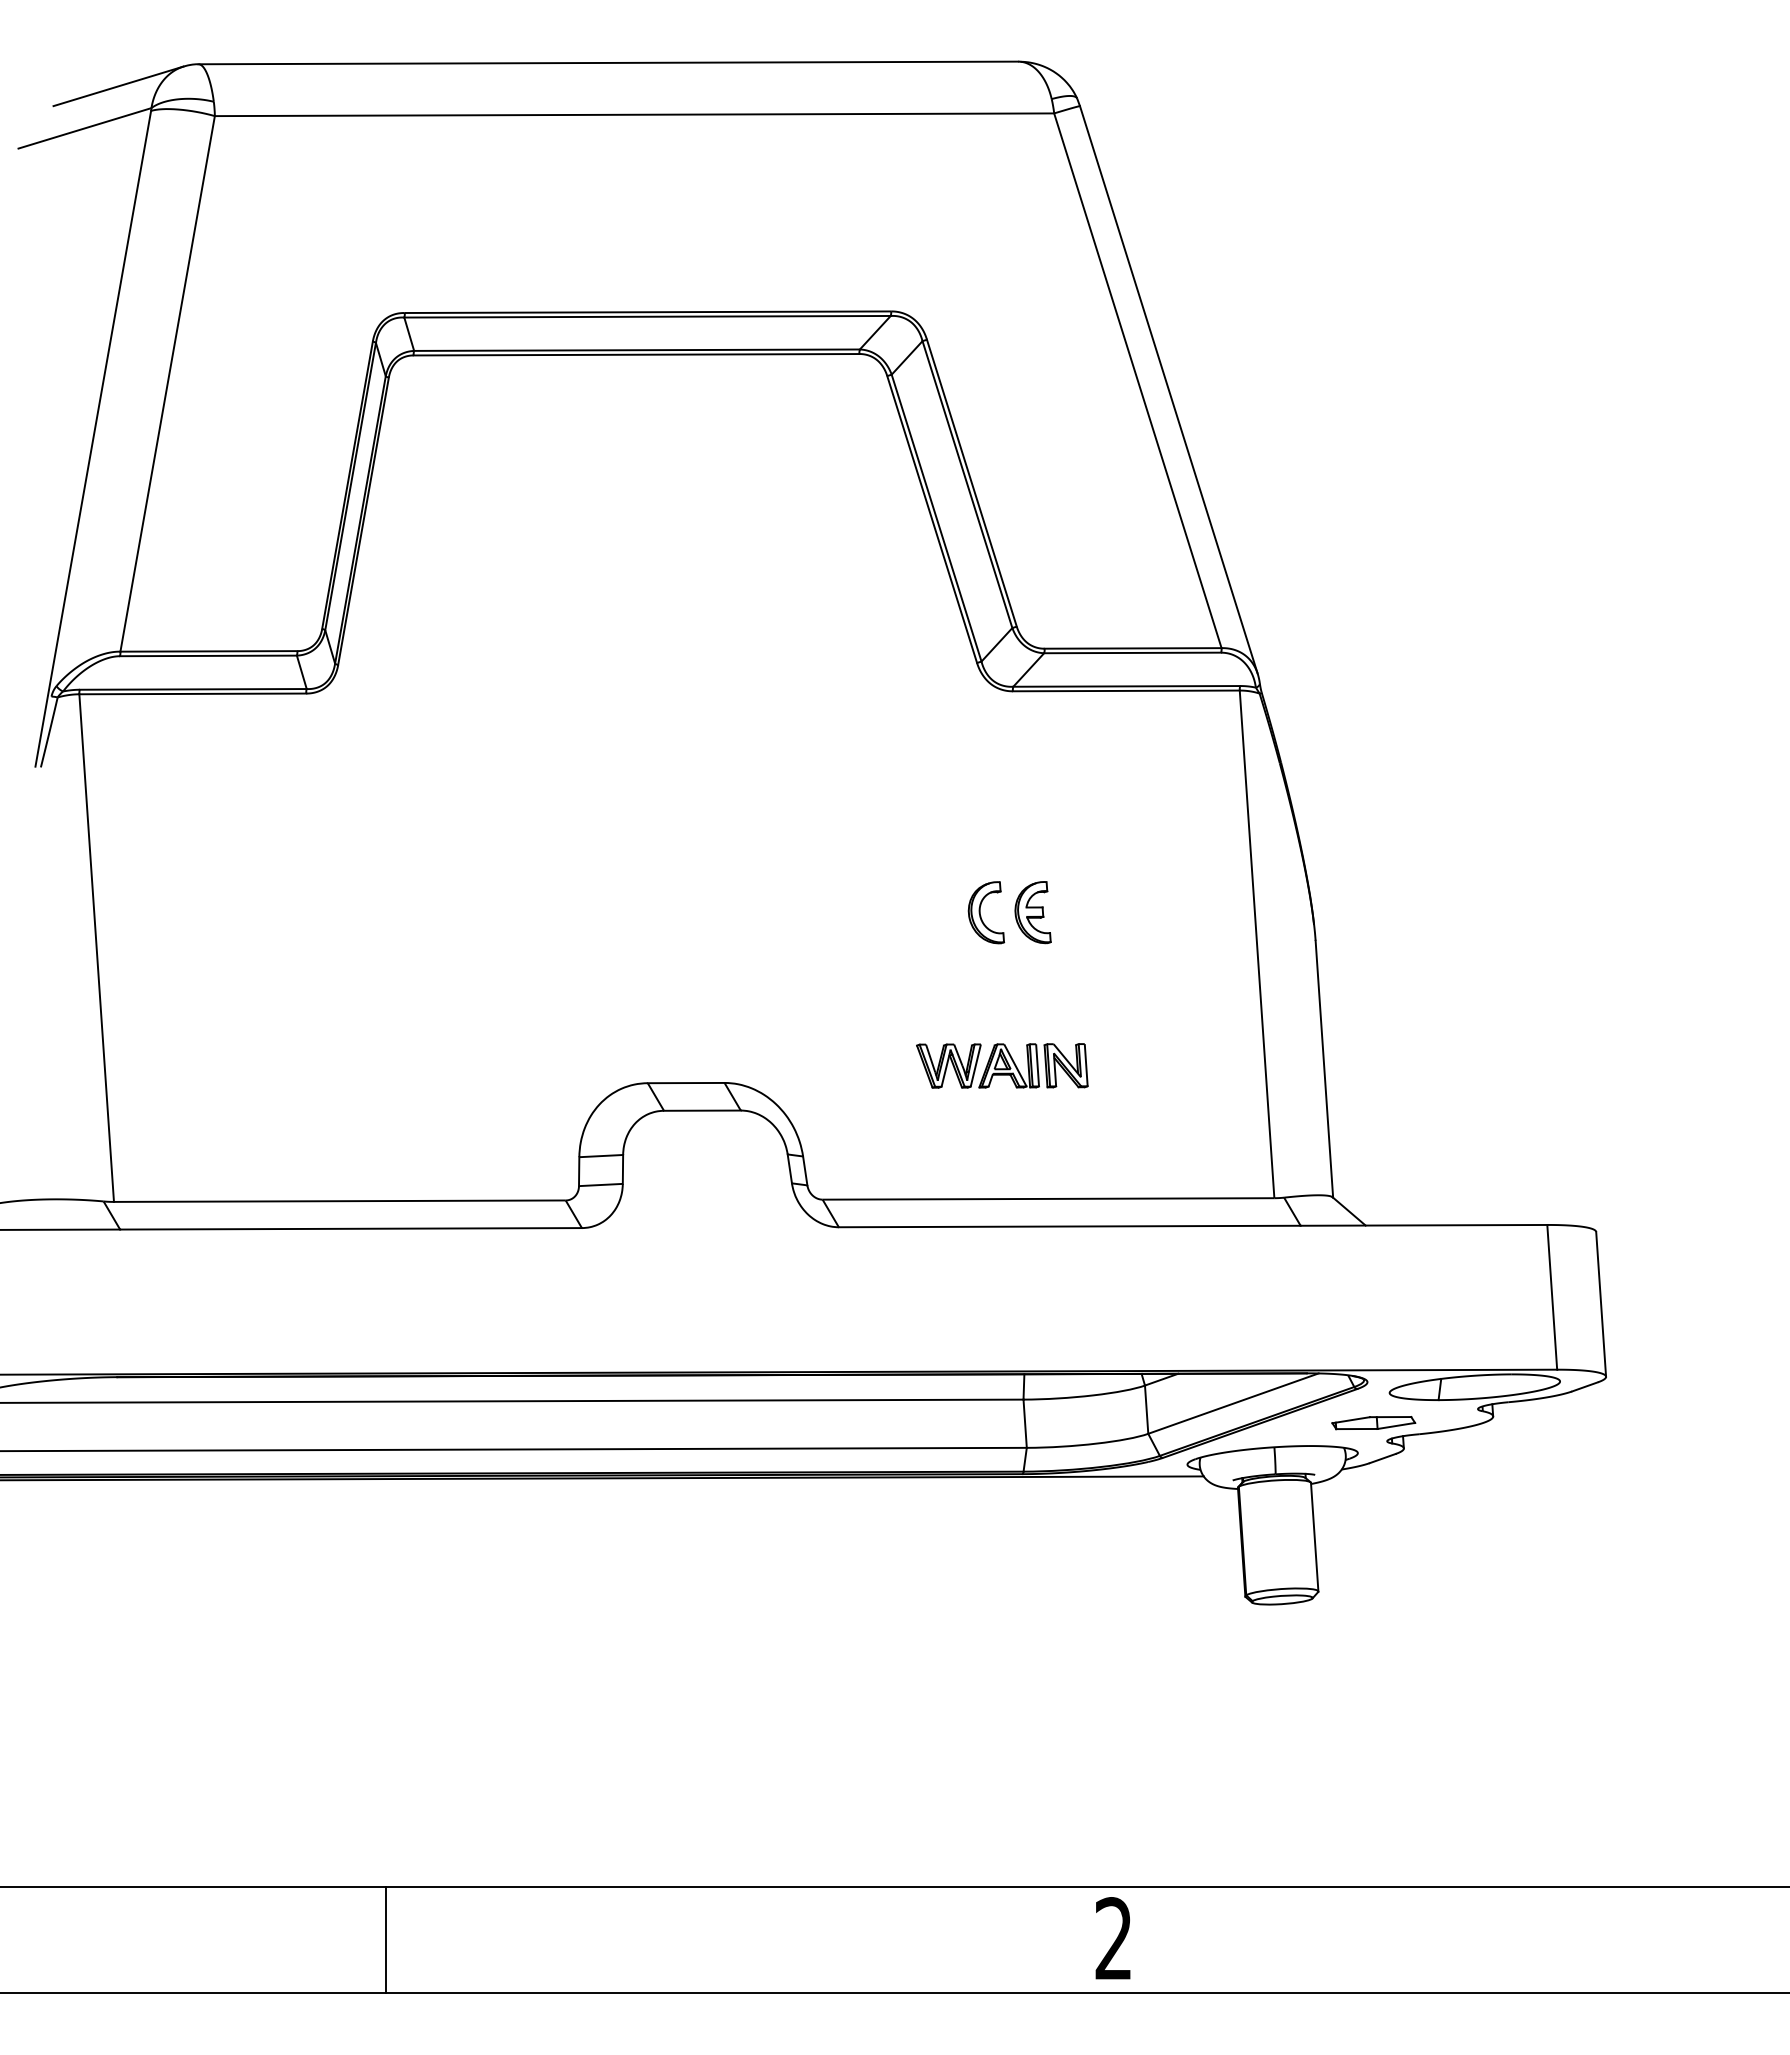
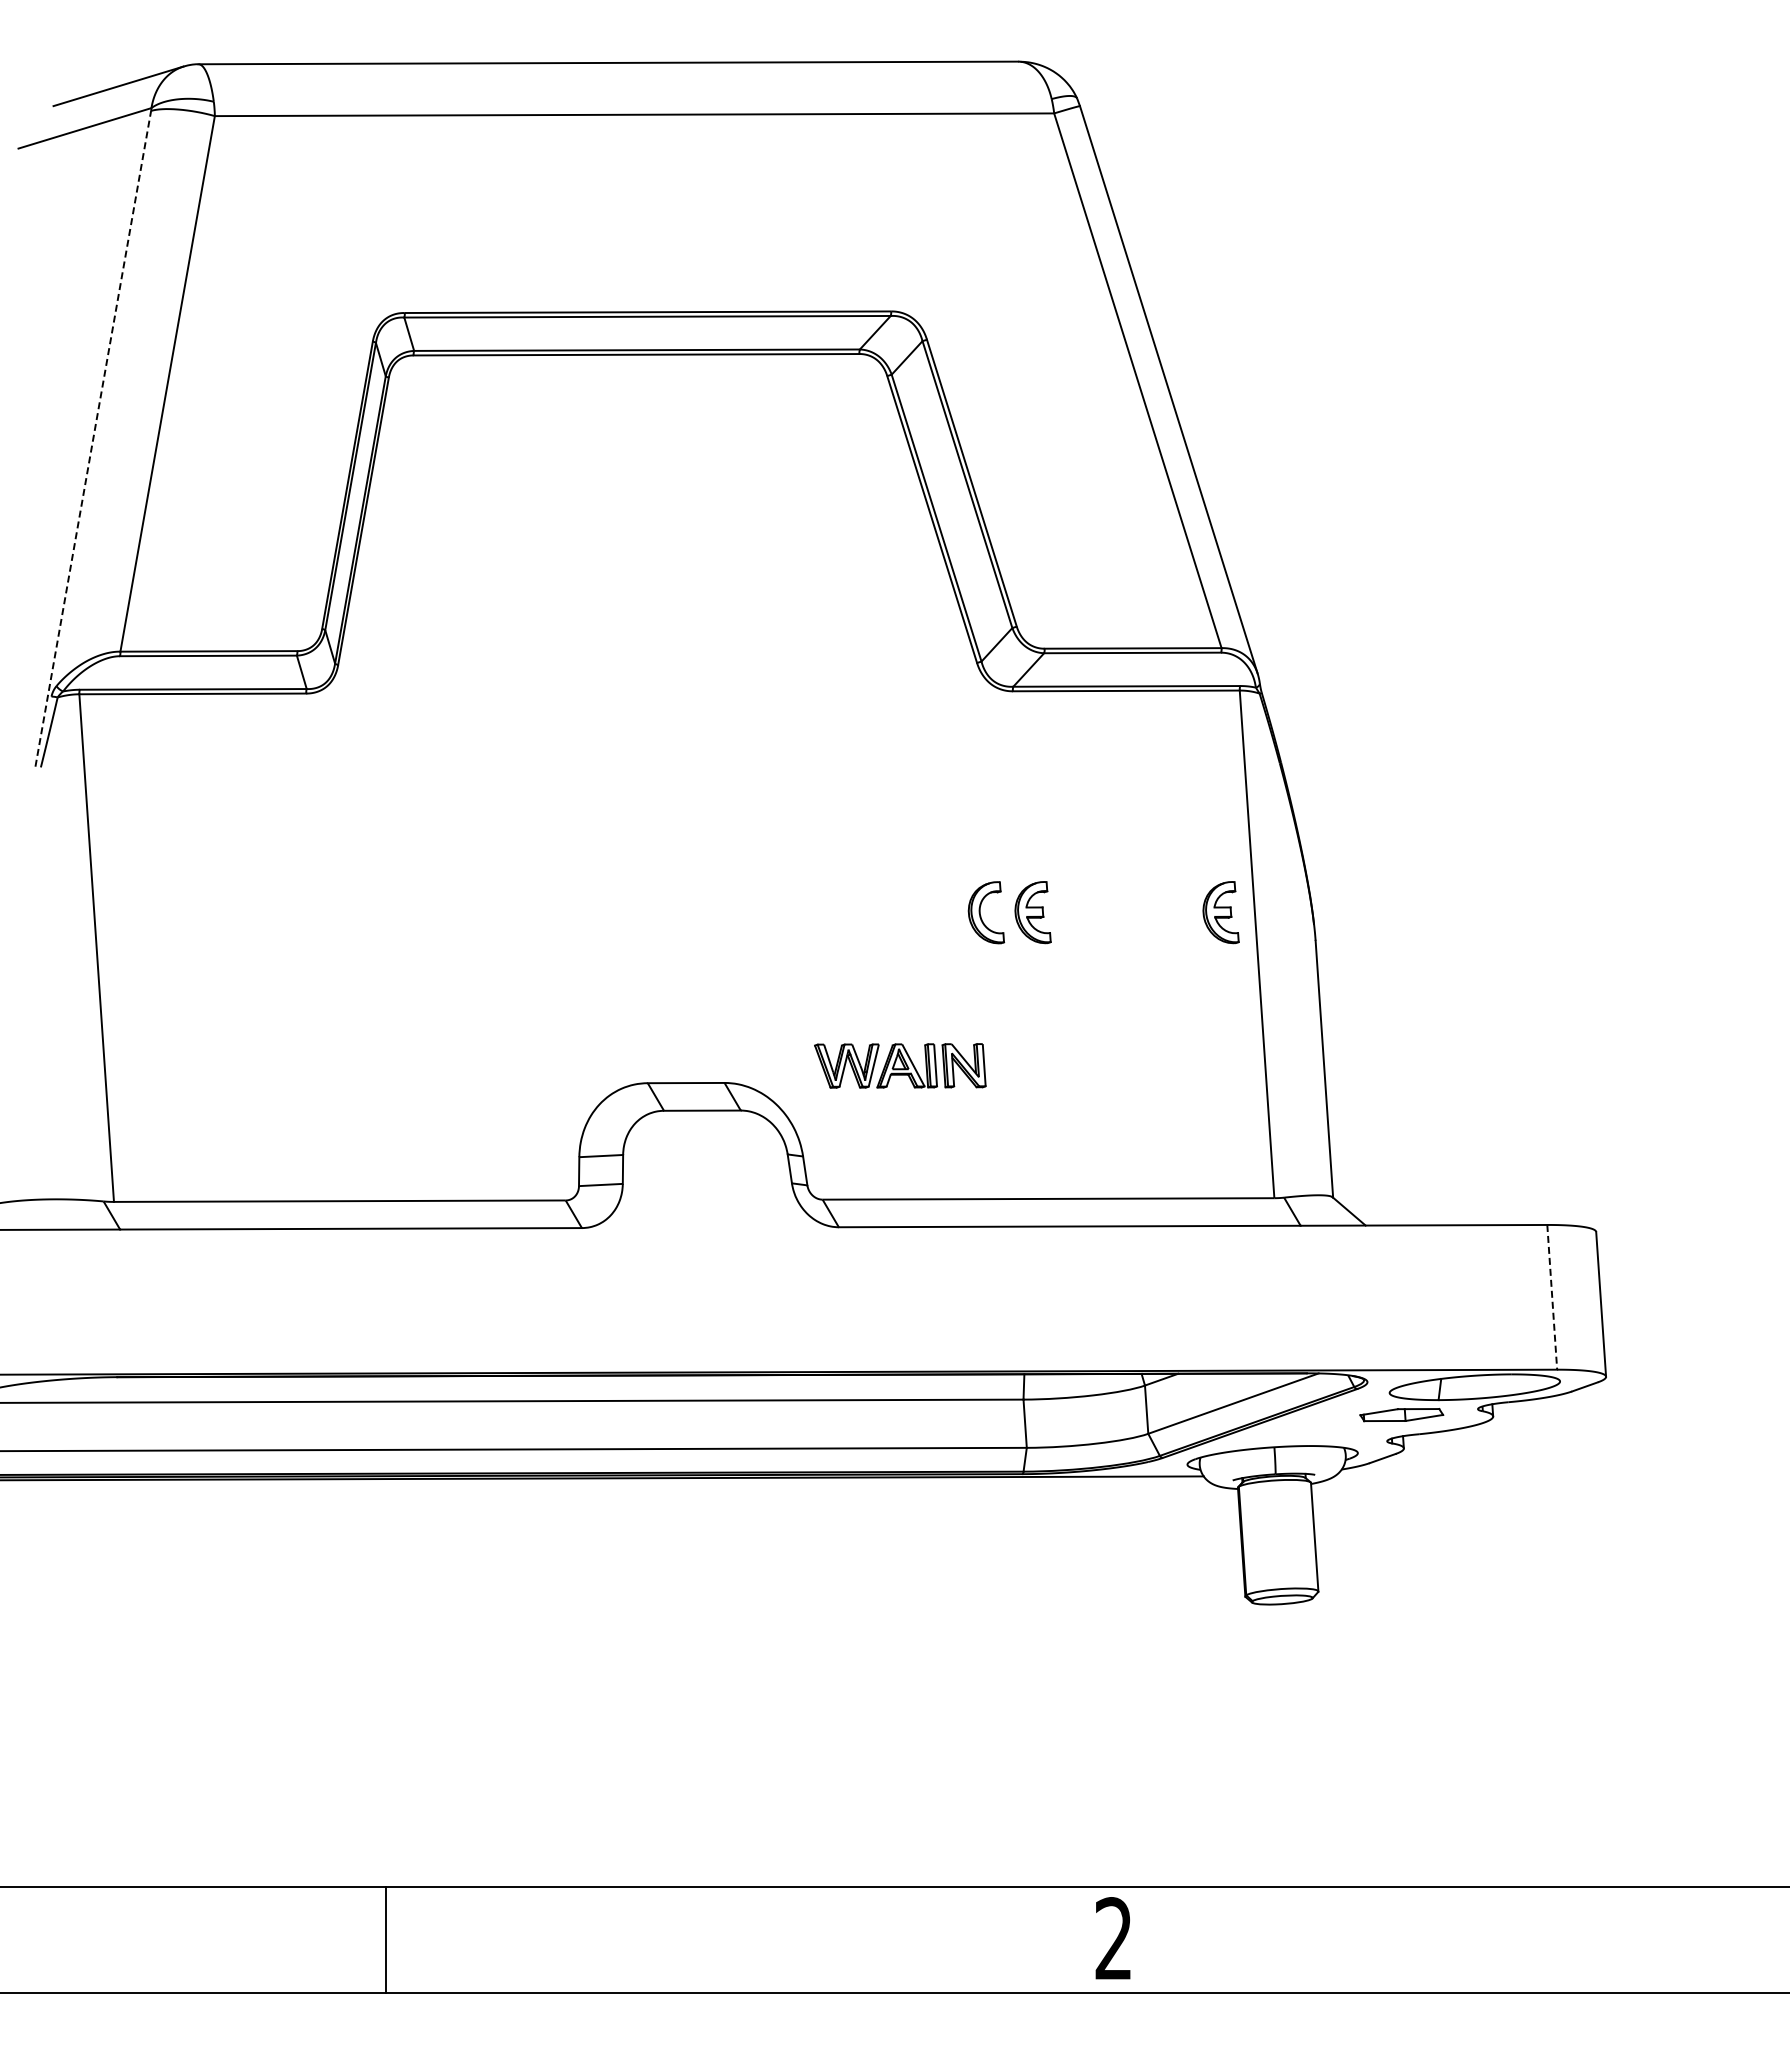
line at (93, 438): solid -> dashed
part at (1220, 912): none -> present
part at (1002, 1065) position: (1002, 1065) -> (900, 1065)
line at (1552, 1297): solid -> dashed
part at (1373, 1423) position: (1373, 1423) -> (1401, 1415)
